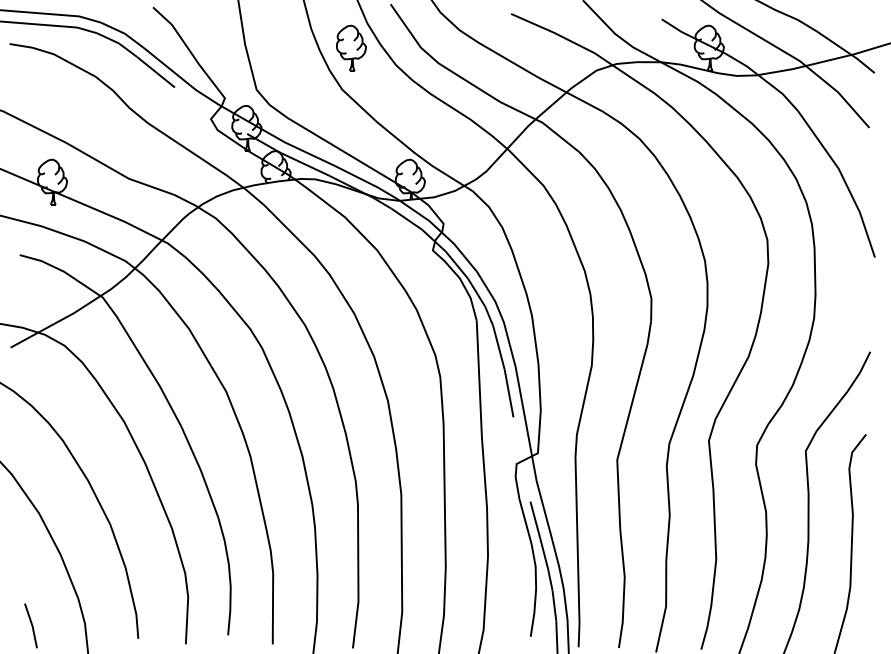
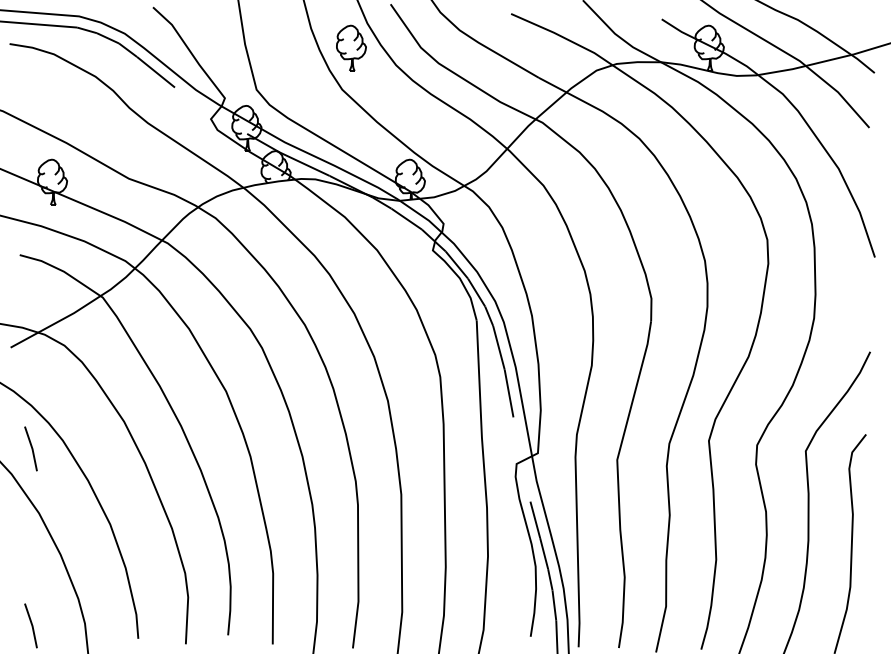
line at (31, 448): none -> present
